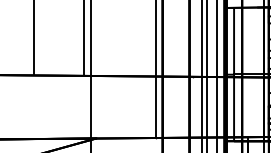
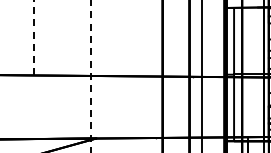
line at (33, 37): solid -> dashed
line at (84, 38): present -> none
line at (155, 70): present -> none
line at (206, 75): present -> none
line at (216, 75): present -> none
line at (90, 76): solid -> dashed
